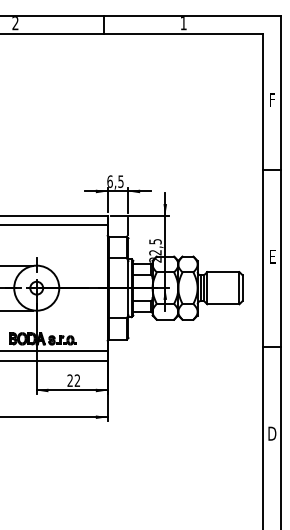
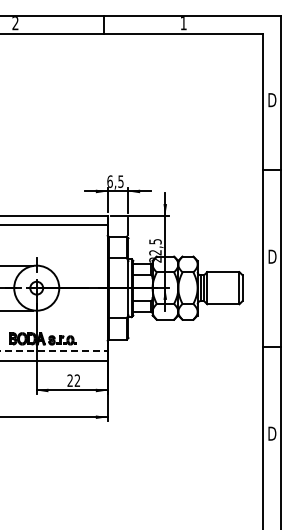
text at (272, 100): F -> D
text at (272, 256): E -> D
line at (54, 350): solid -> dashed
